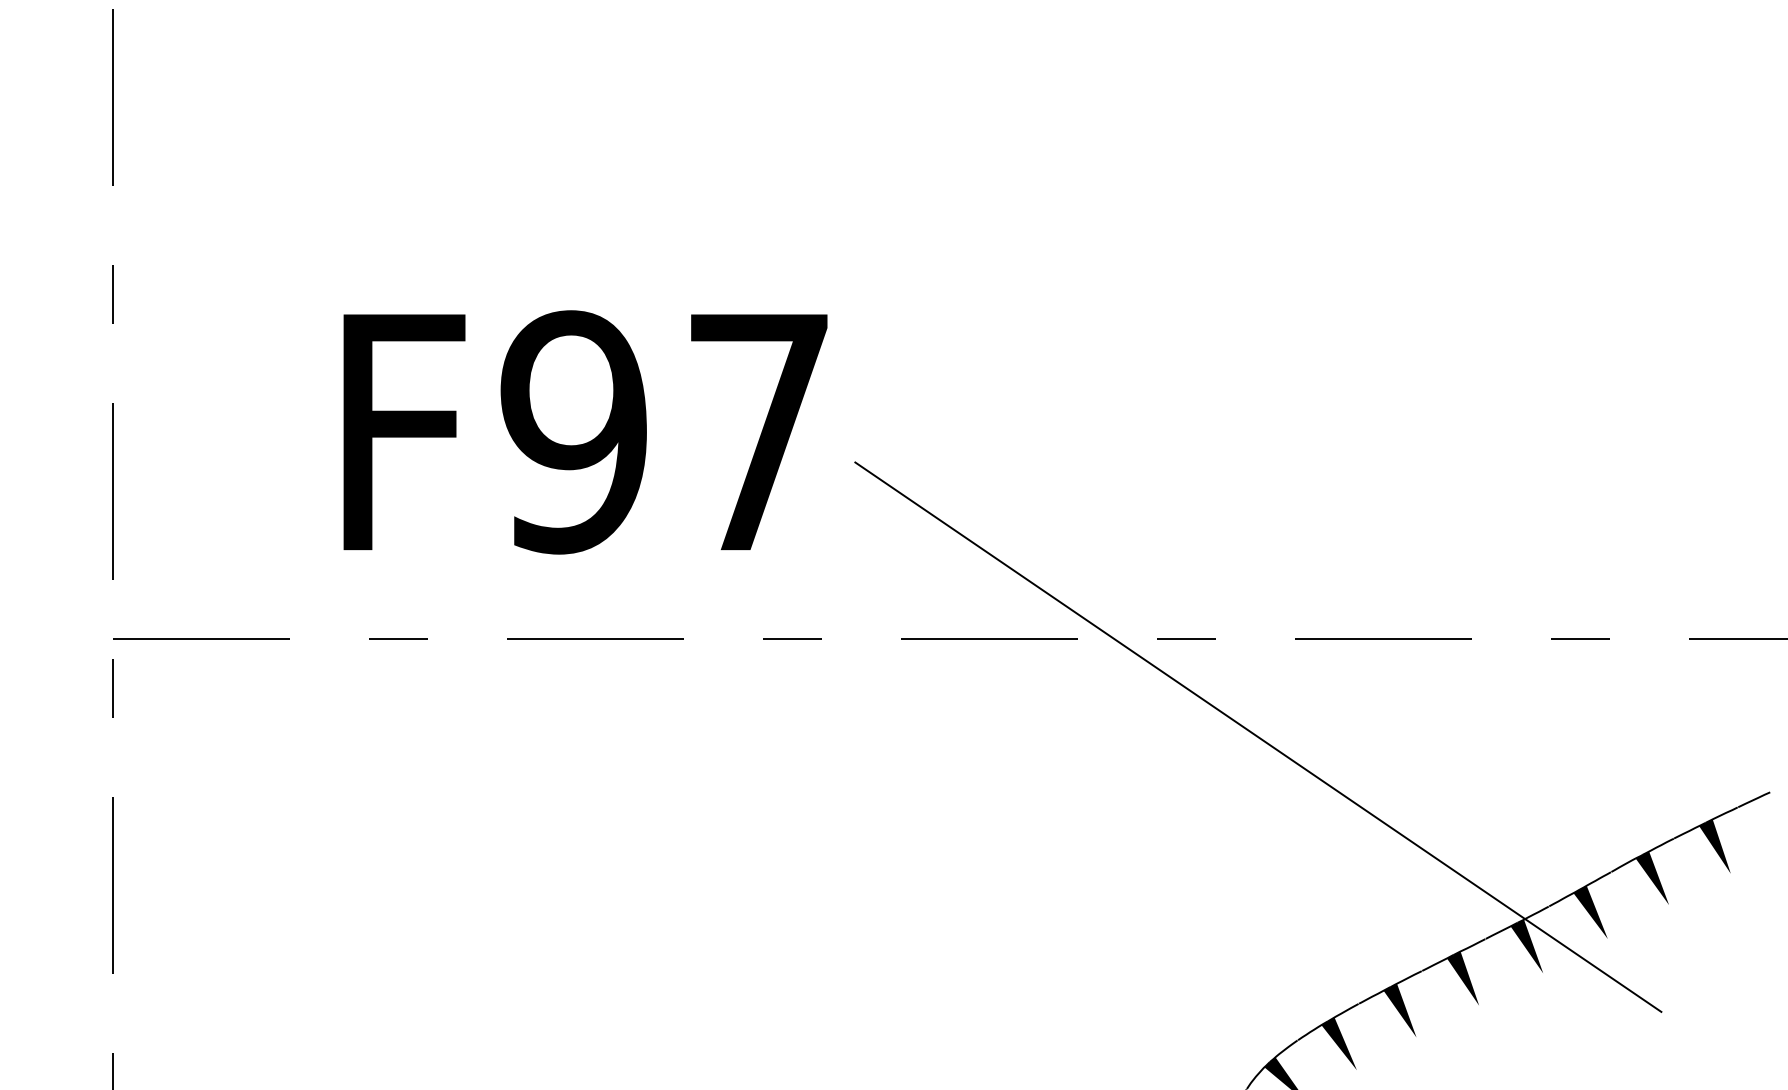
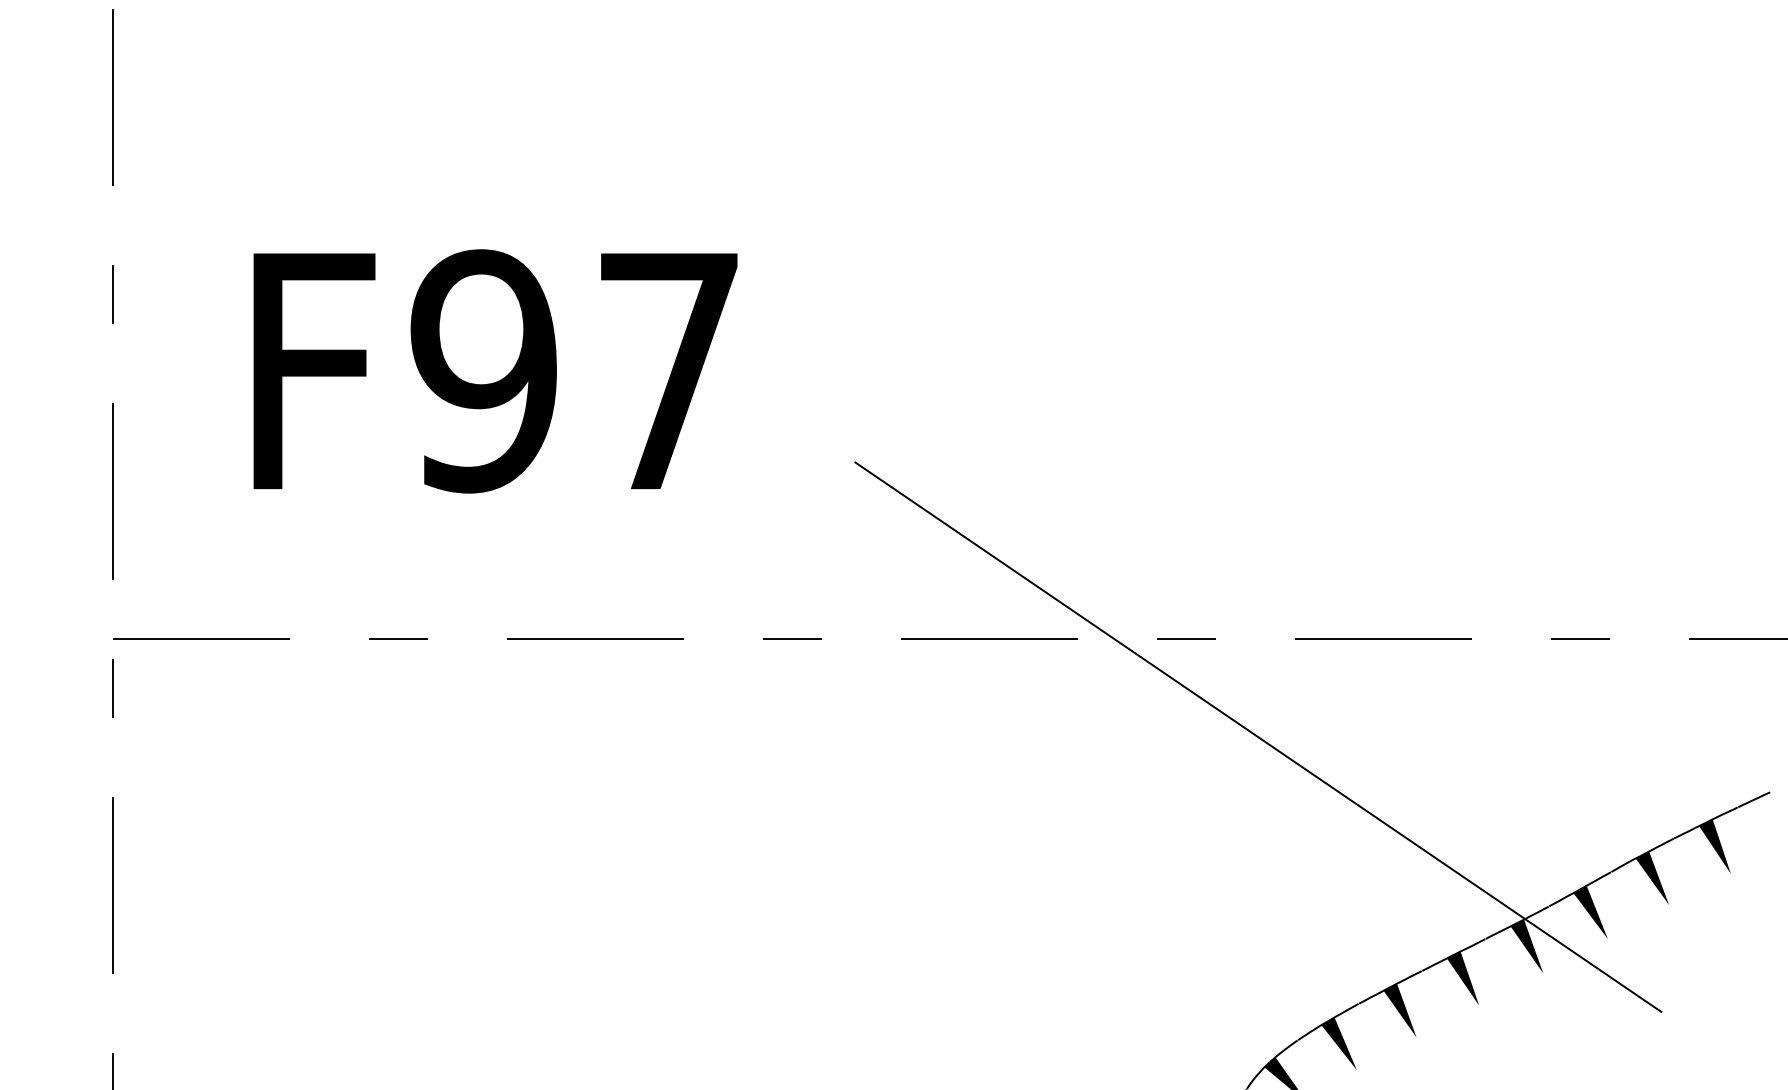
text at (585, 432) position: (585, 432) -> (495, 371)
